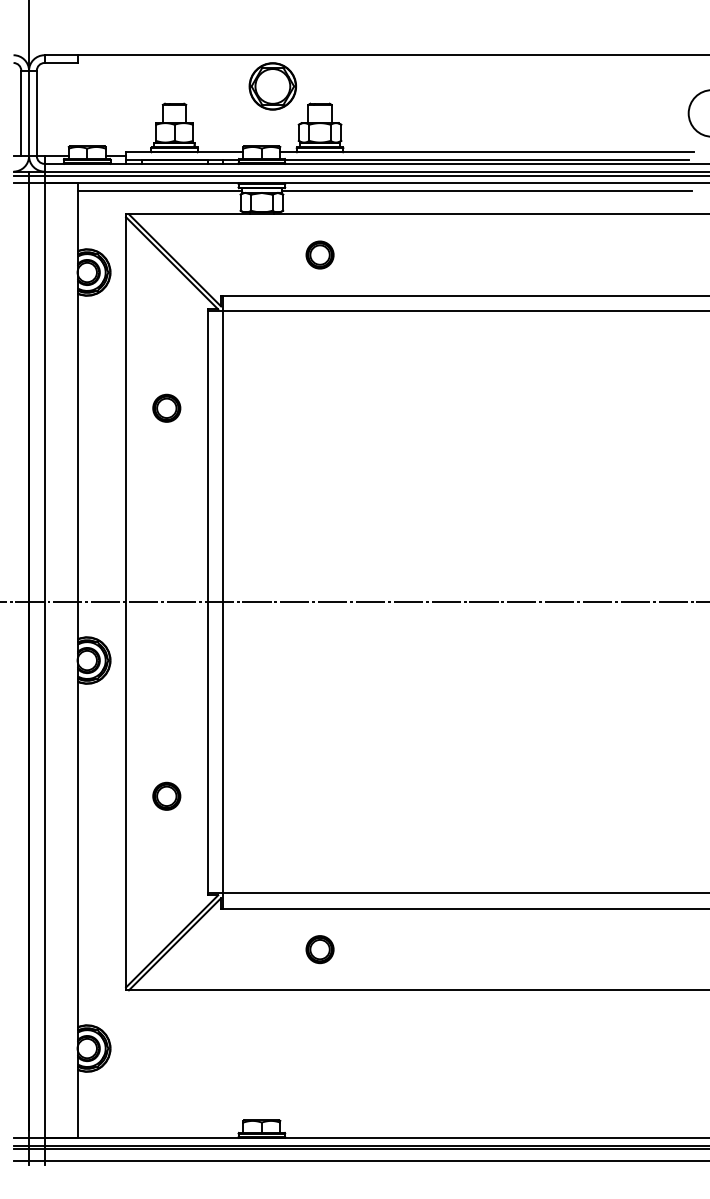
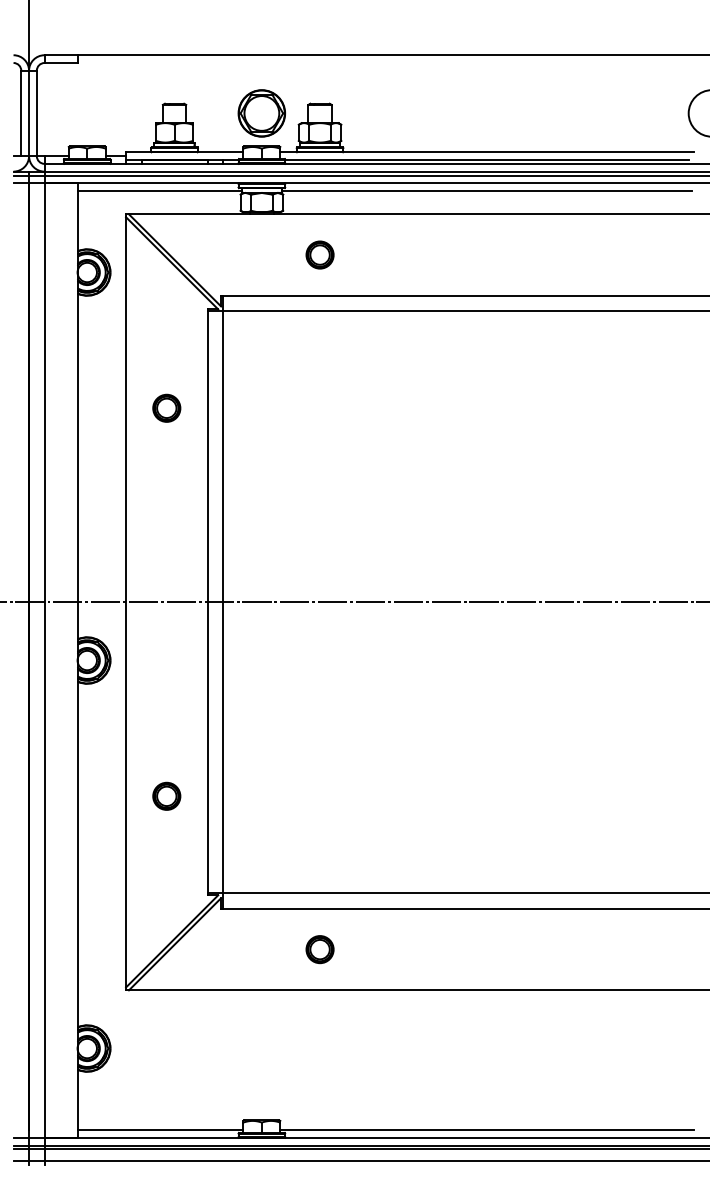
part at (272, 86) position: (272, 86) -> (261, 113)
line at (160, 1130): none -> present
line at (486, 1130): none -> present
